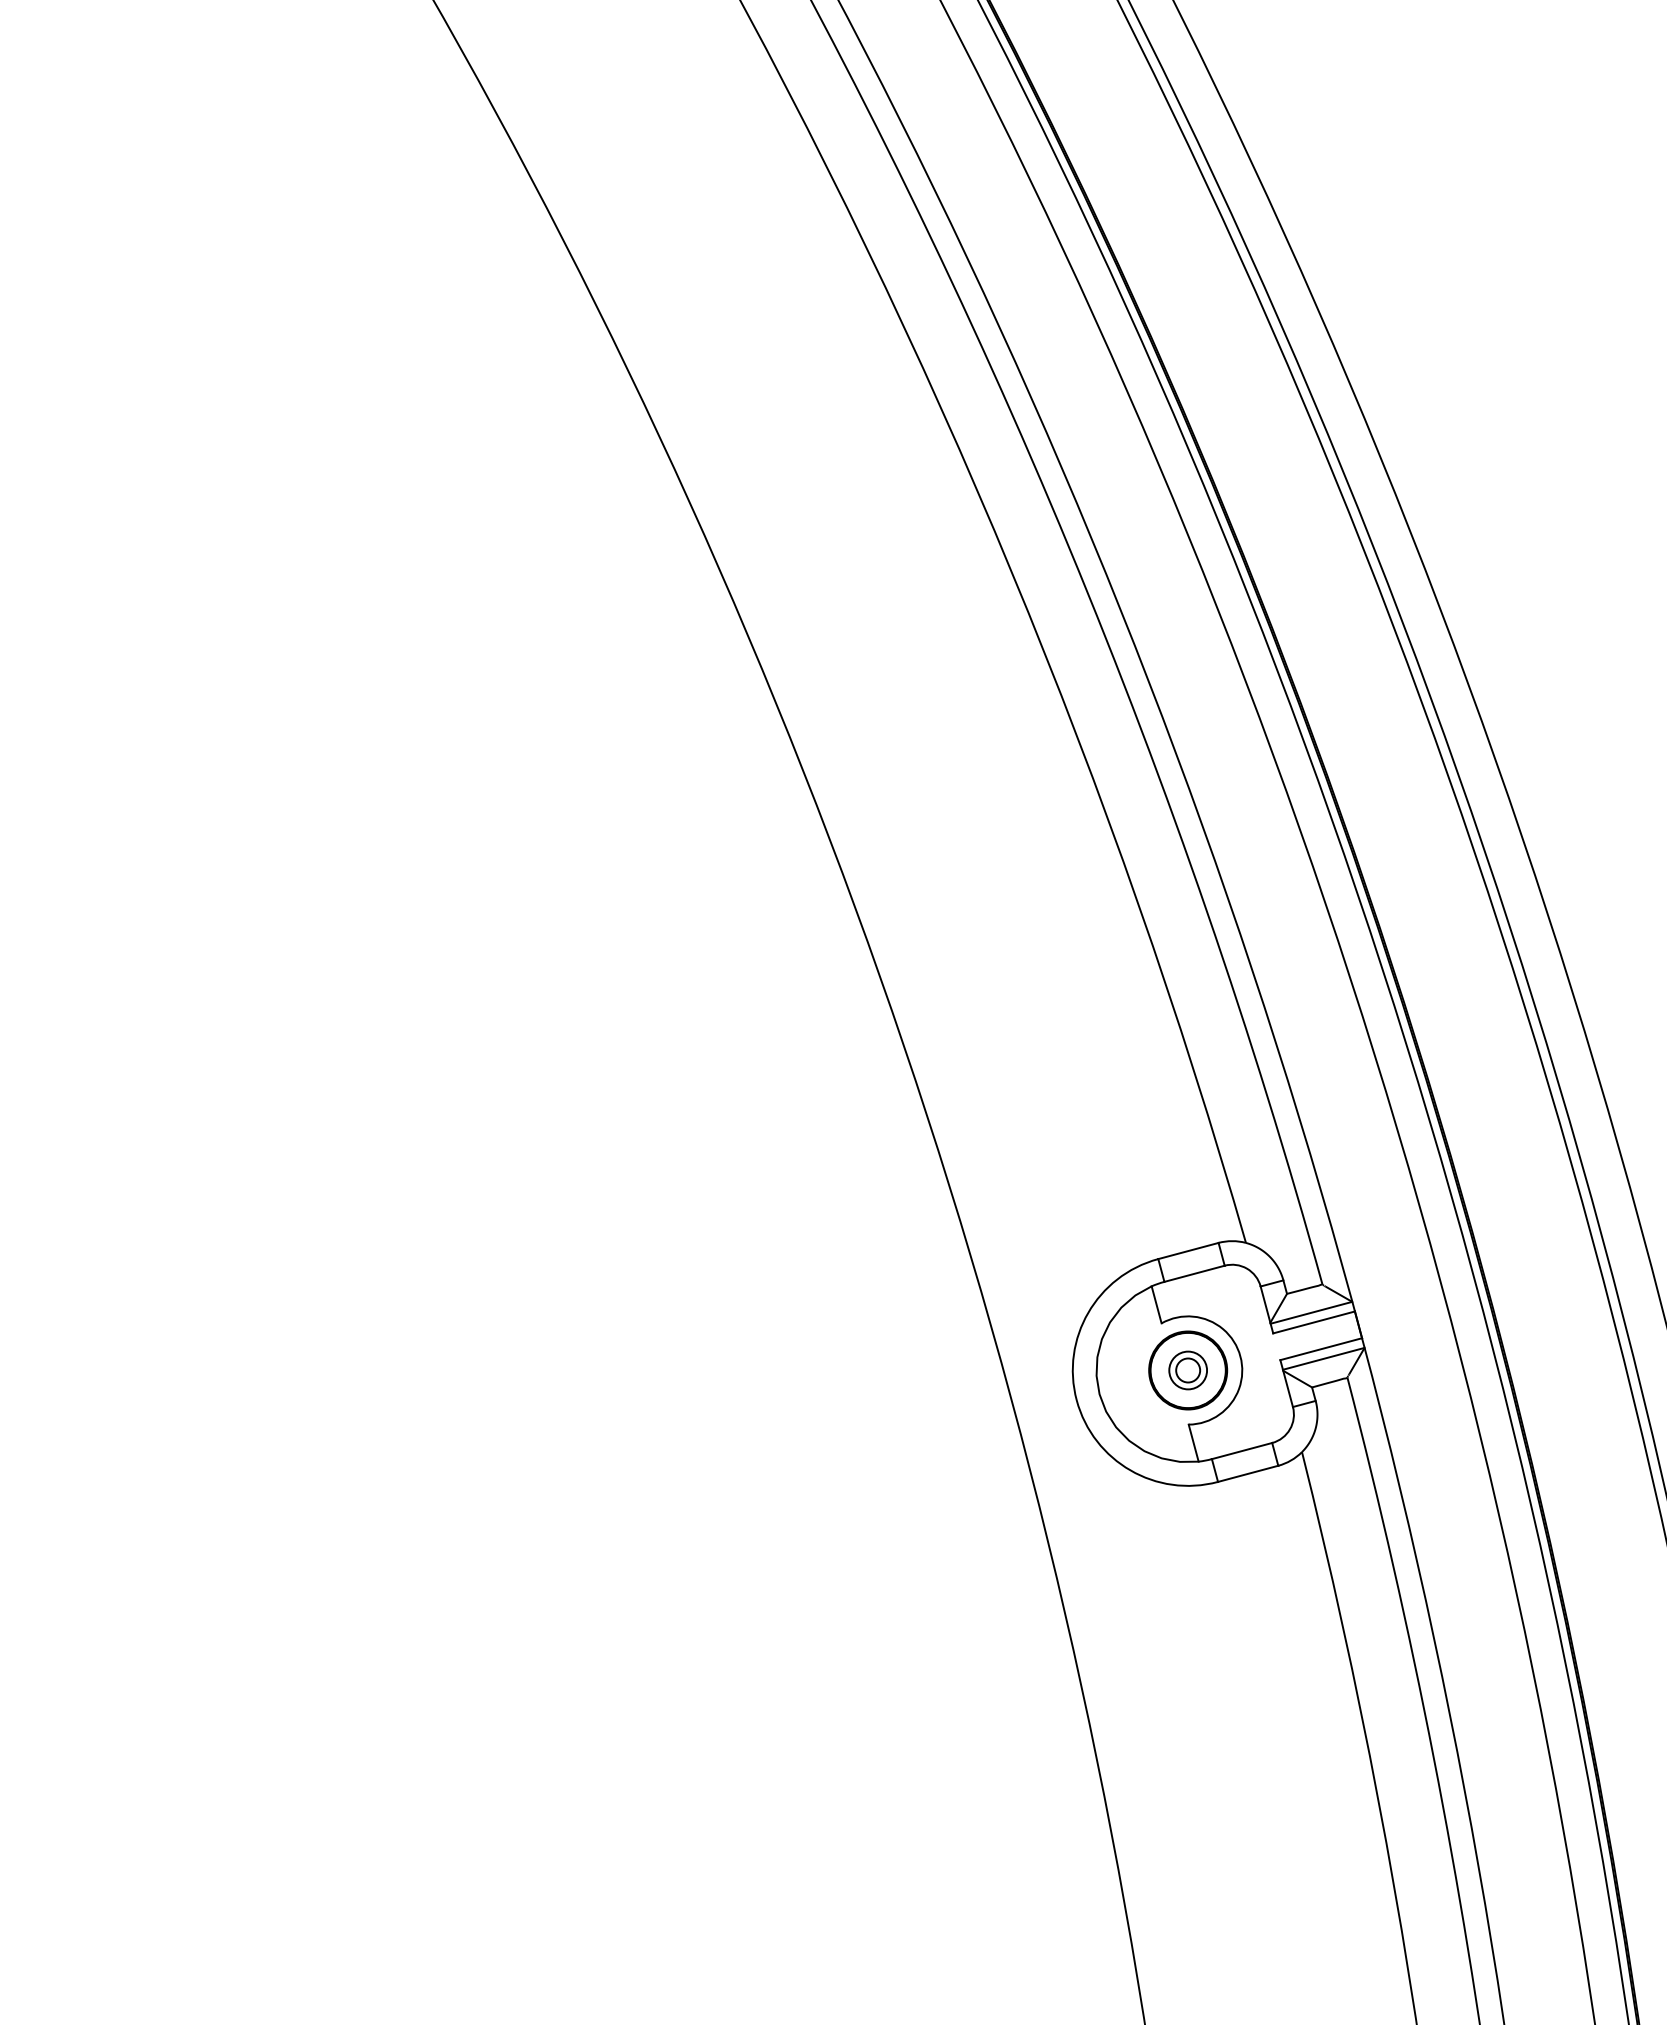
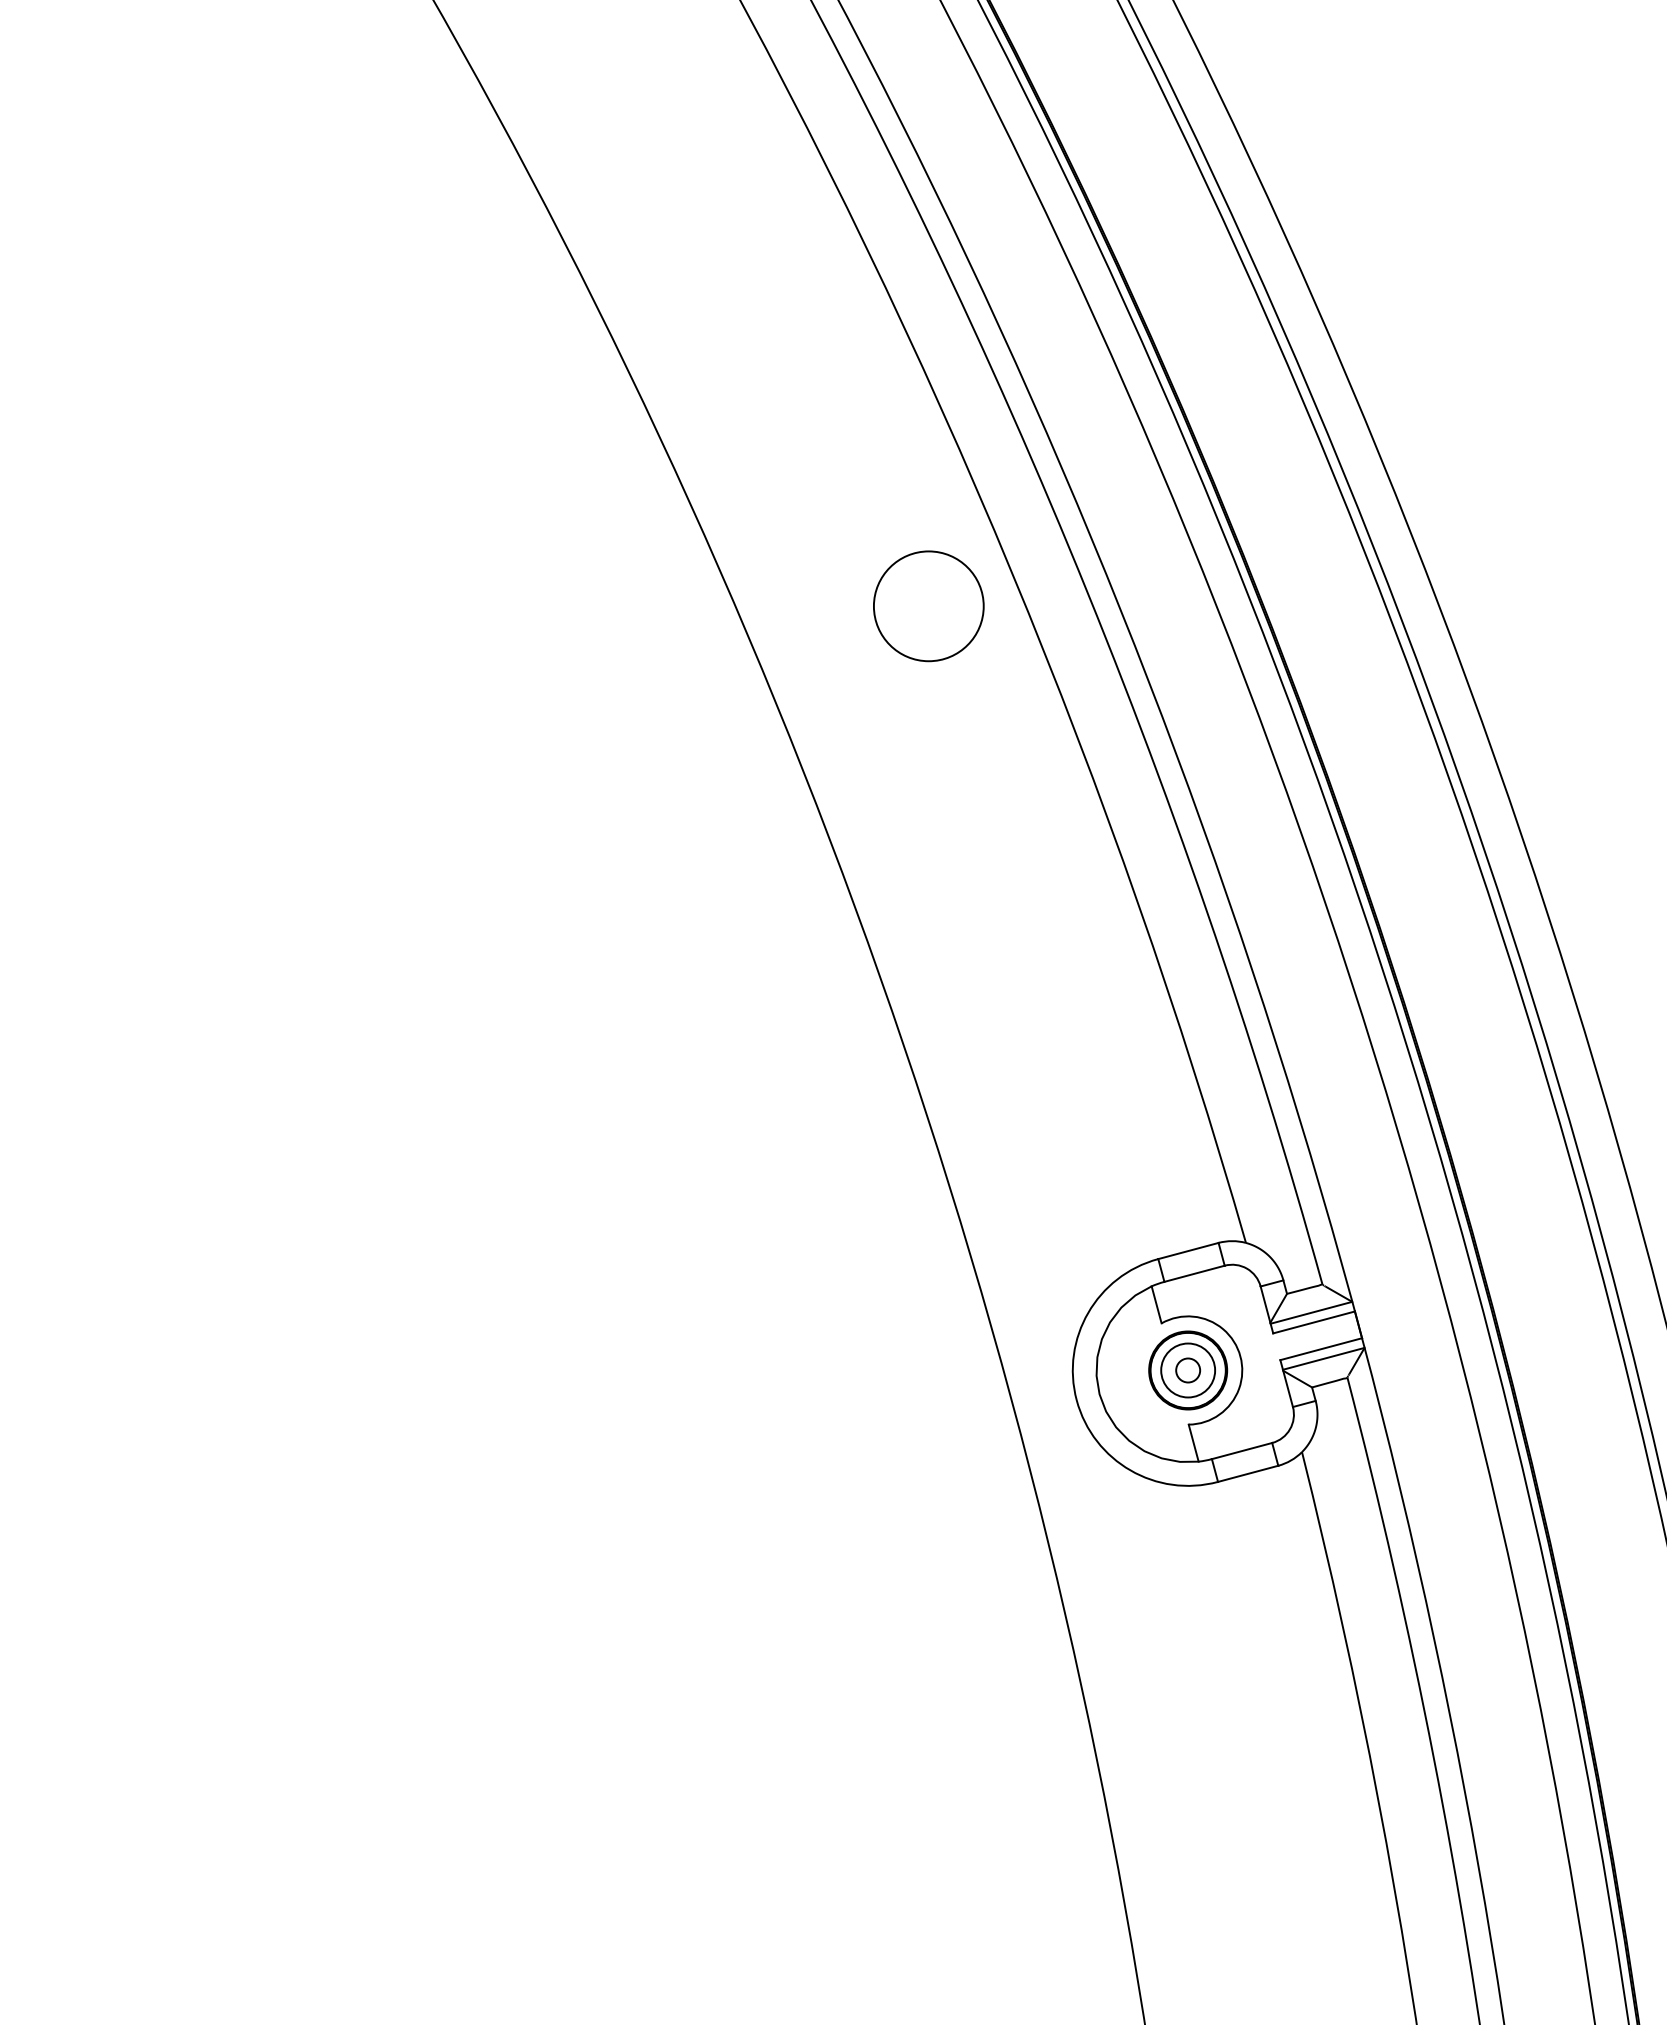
circle at (928, 606): none -> present
circle at (1188, 1370) diameter: 38 px -> 54 px
